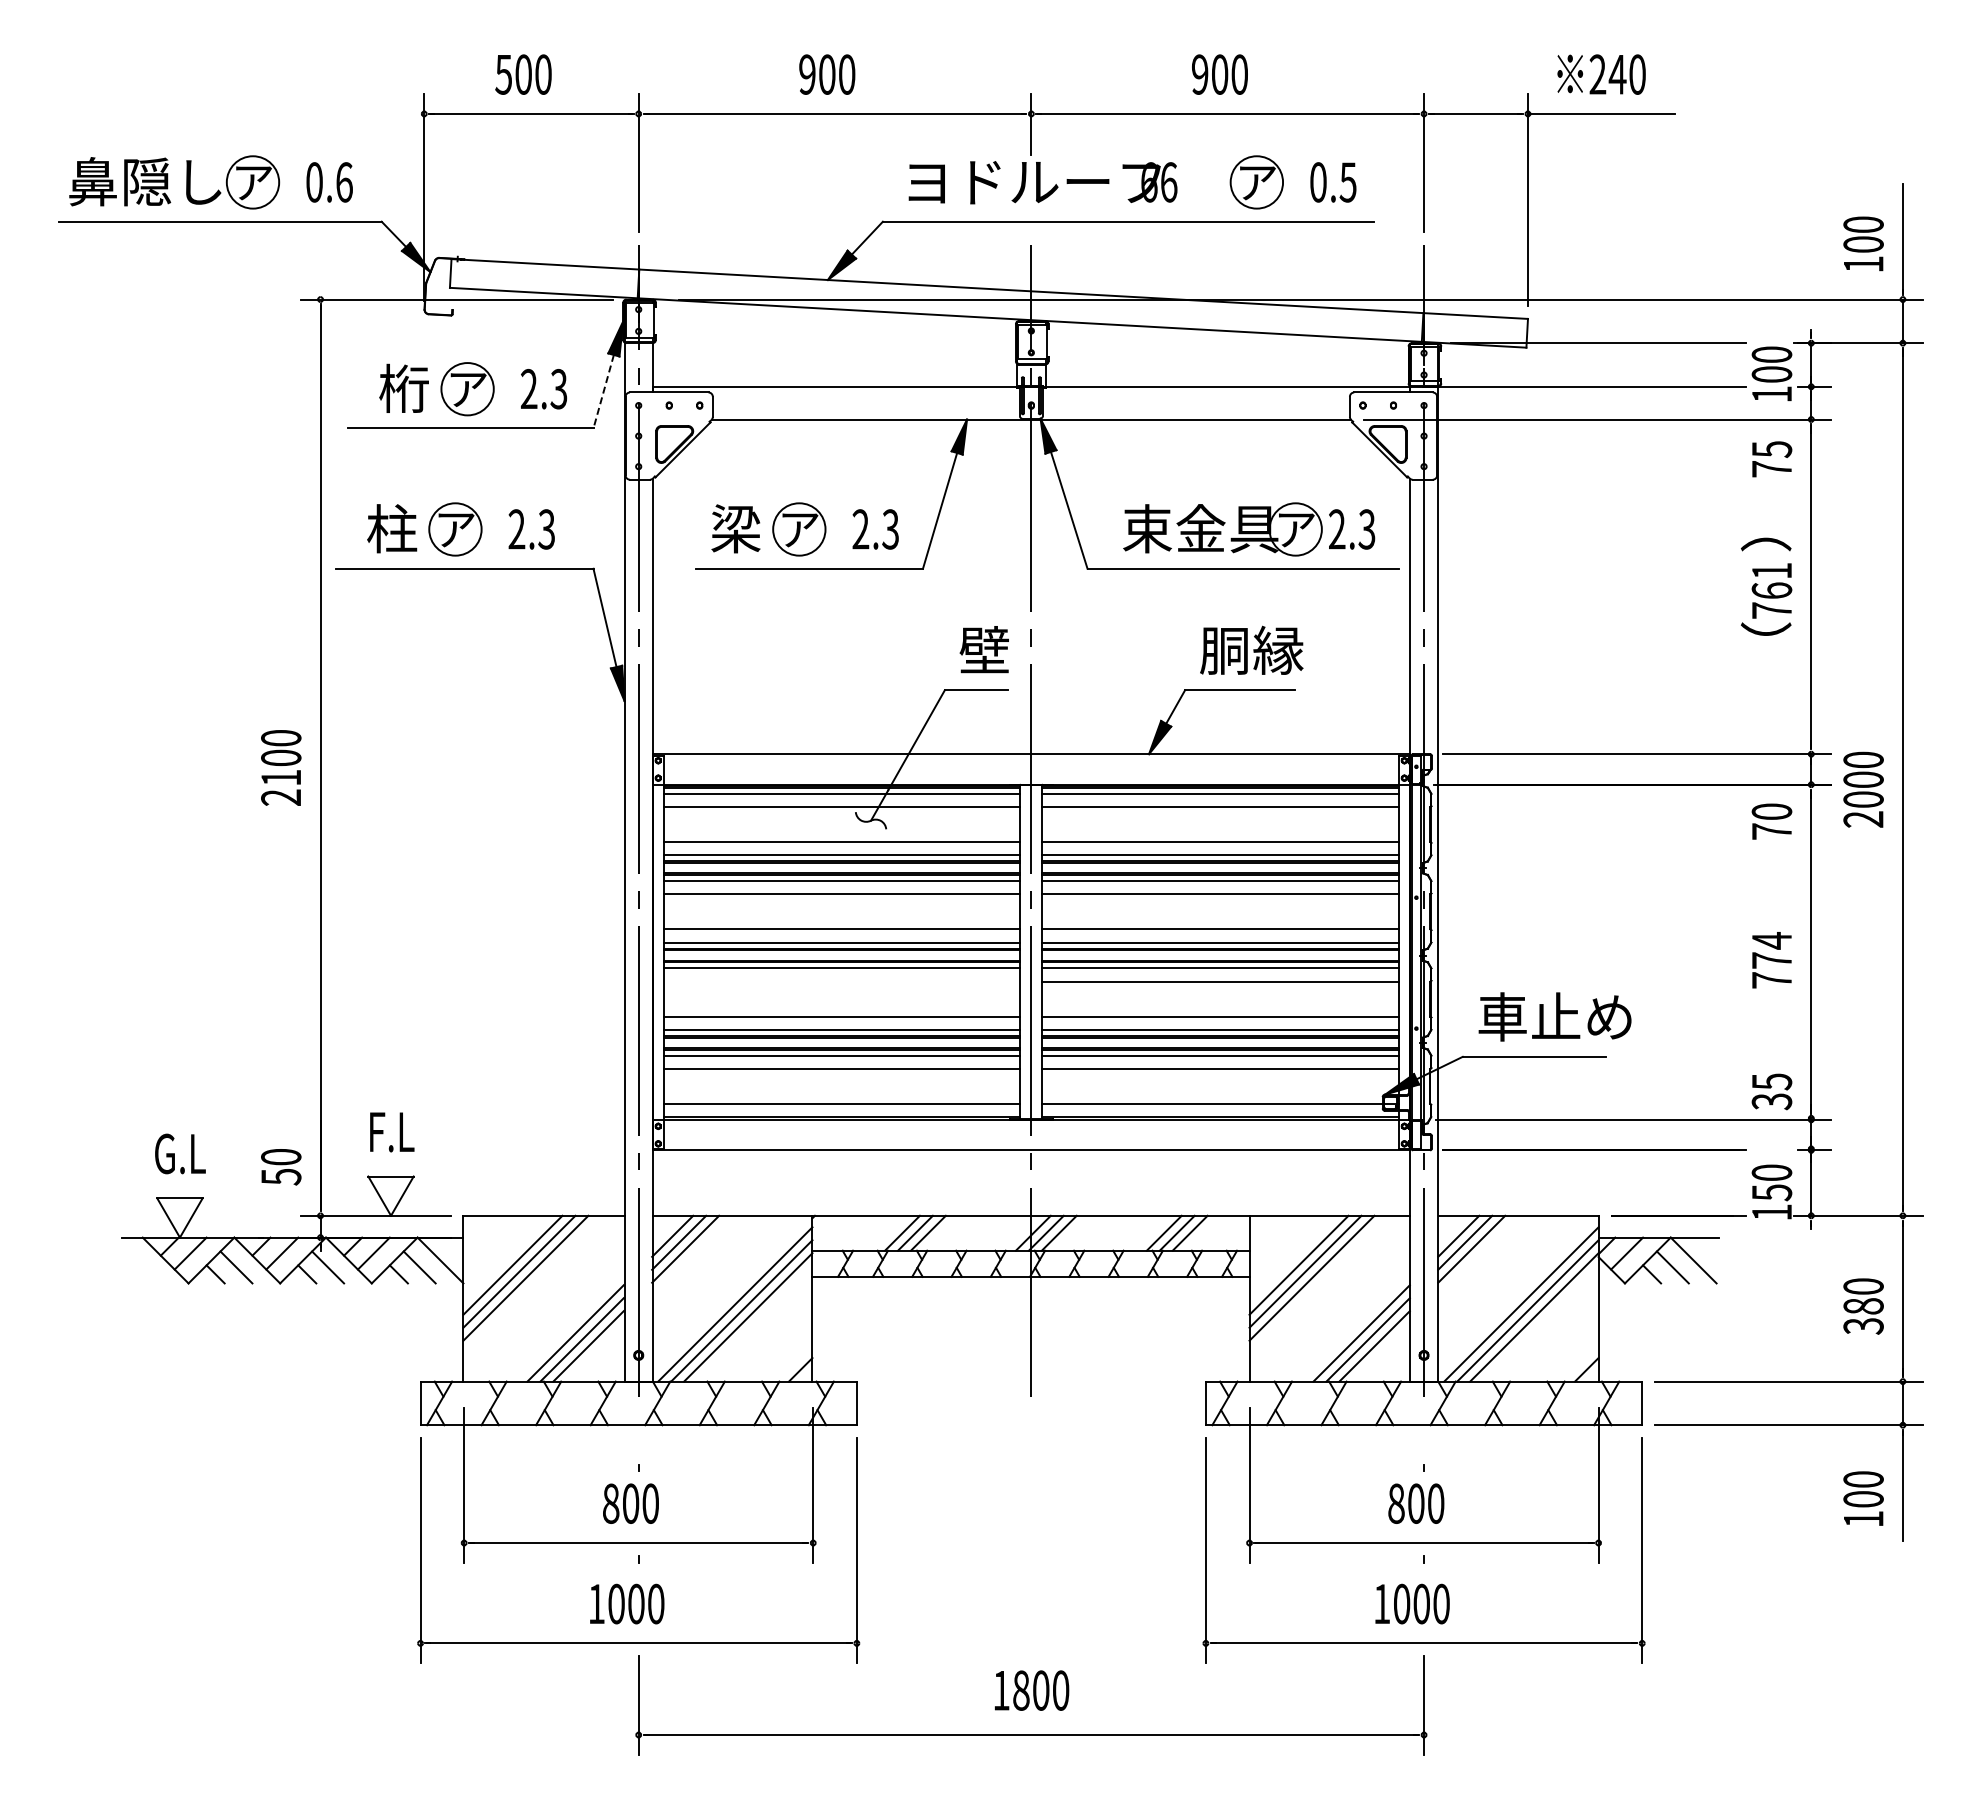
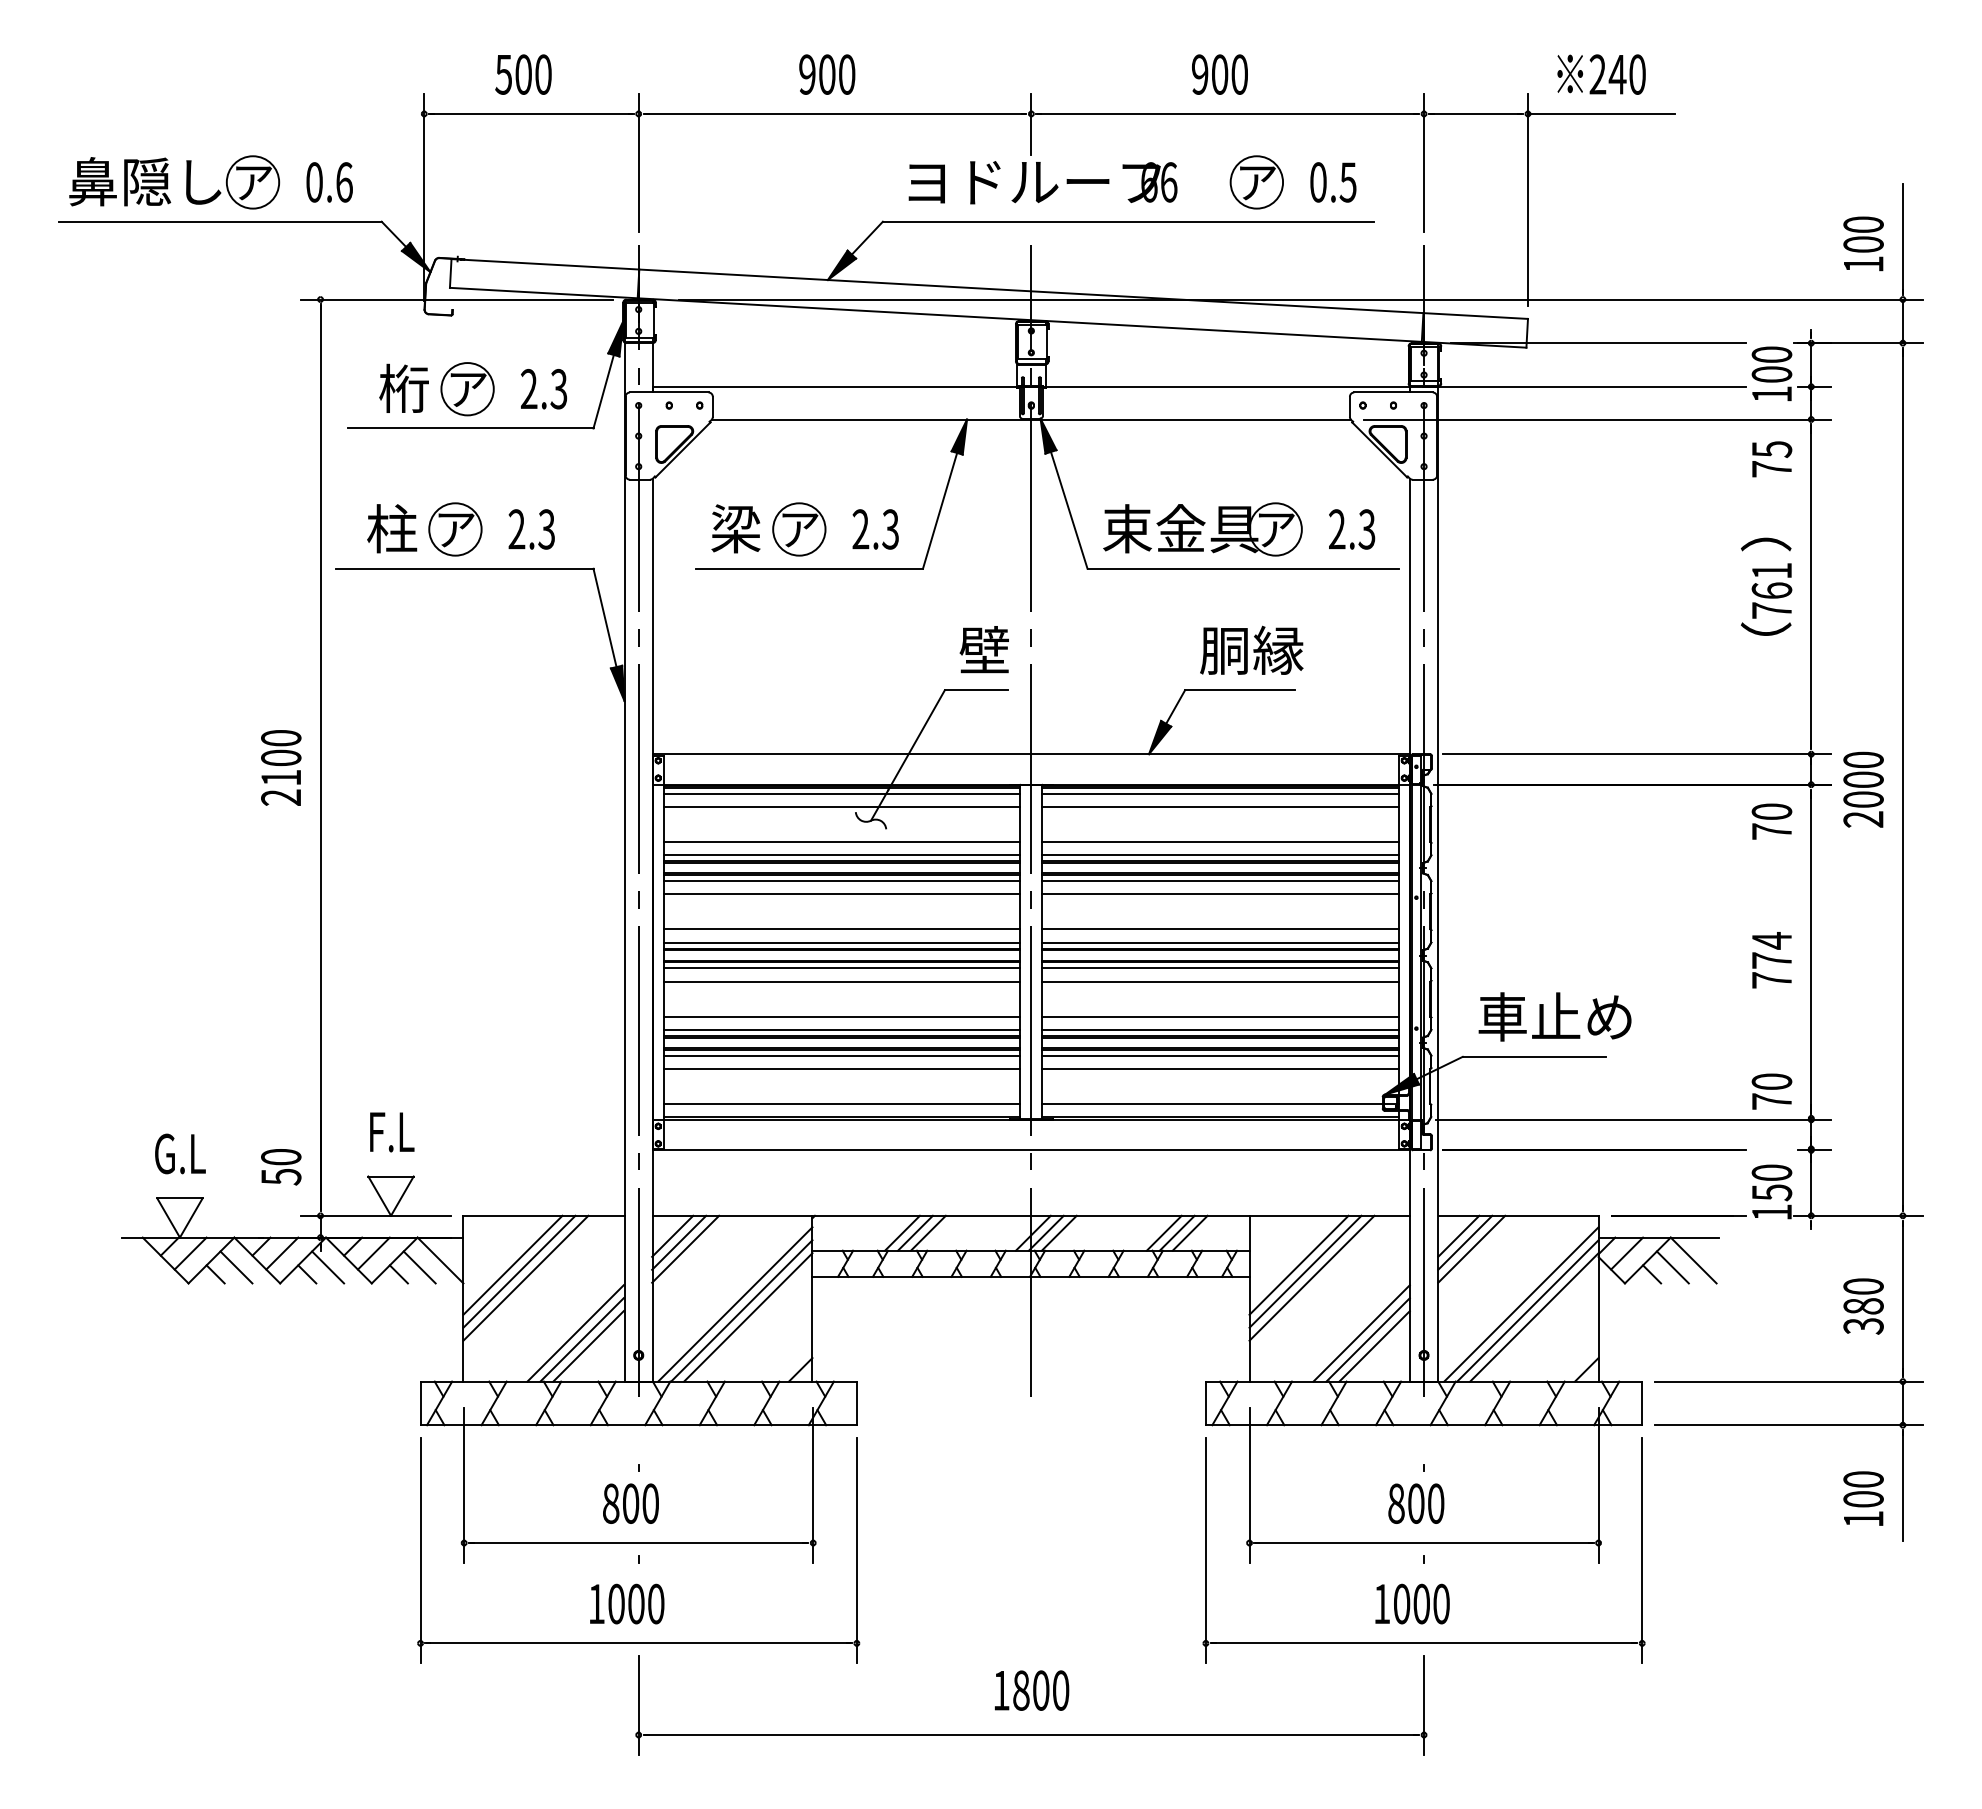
line at (603, 392): dashed -> solid
part at (1222, 529) position: (1222, 529) -> (1202, 529)
line at (841, 981): none -> present
text at (1771, 1091): 35 -> 70
